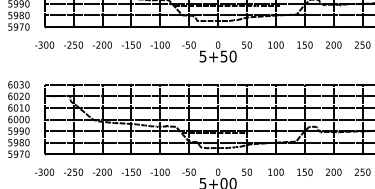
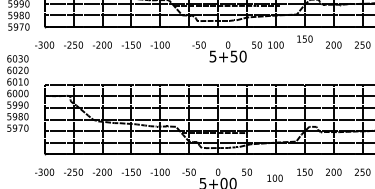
text at (304, 44) position: (304, 44) -> (304, 38)
text at (216, 51) position: (216, 51) -> (226, 51)
text at (18, 119) position: (18, 119) -> (17, 93)
text at (275, 171) position: (275, 171) -> (274, 177)
